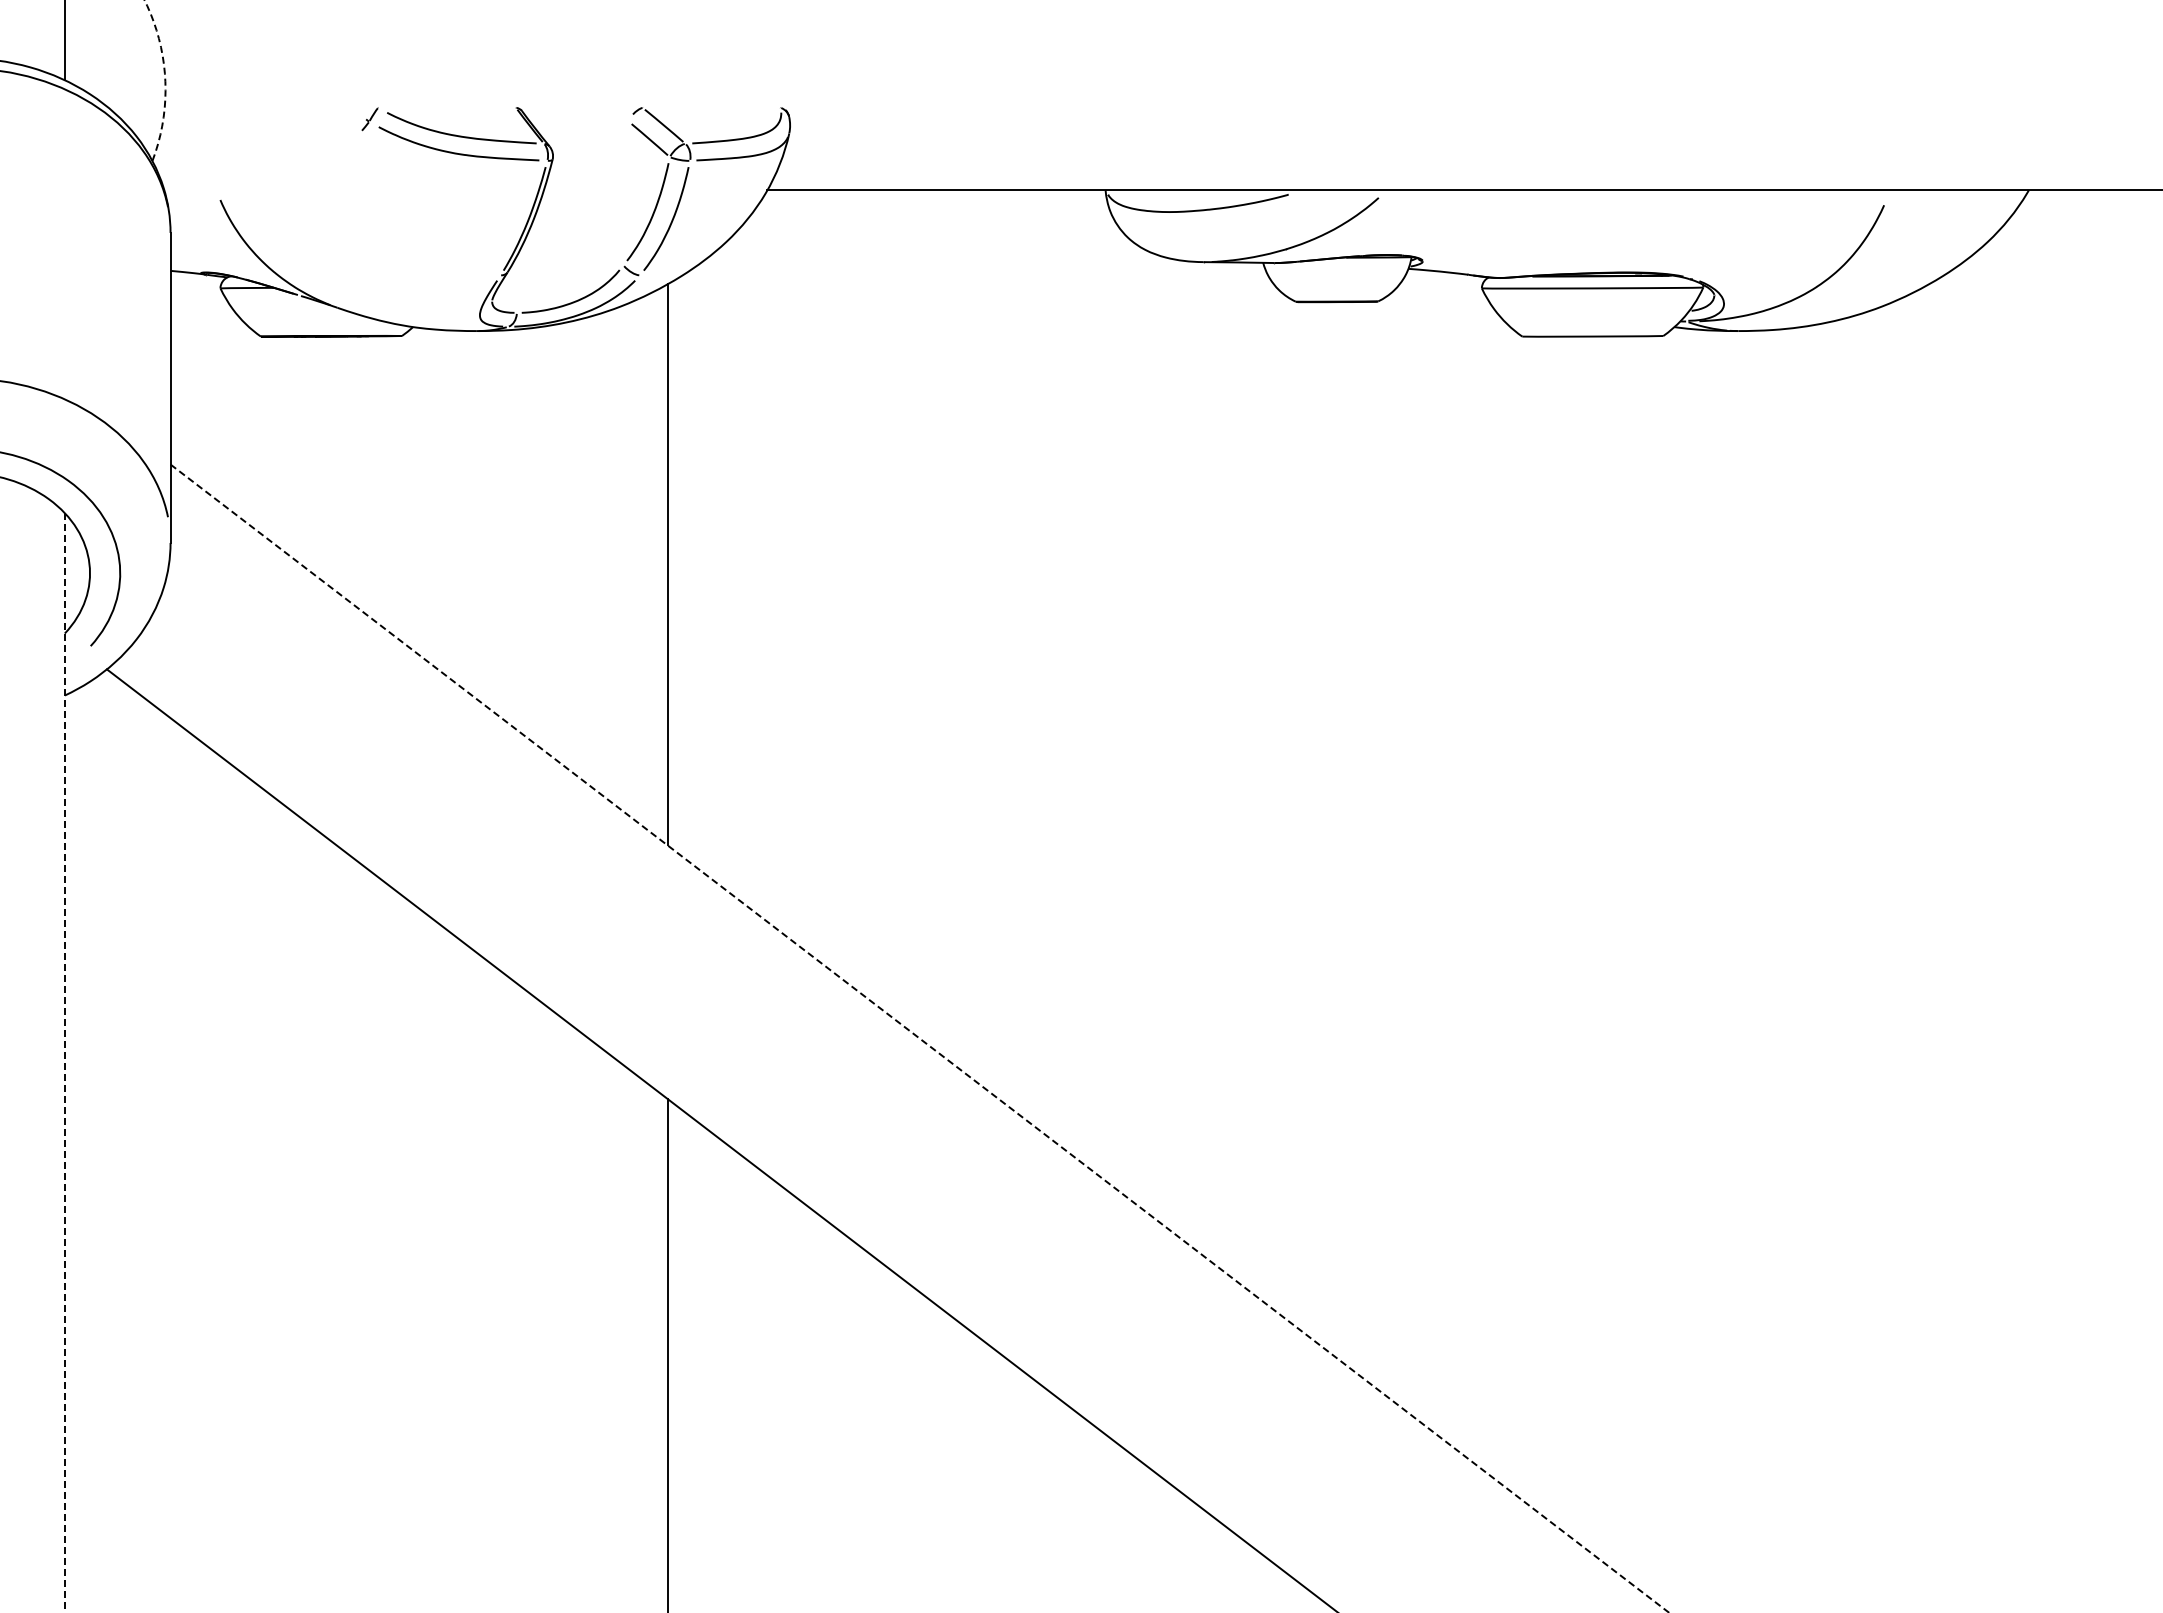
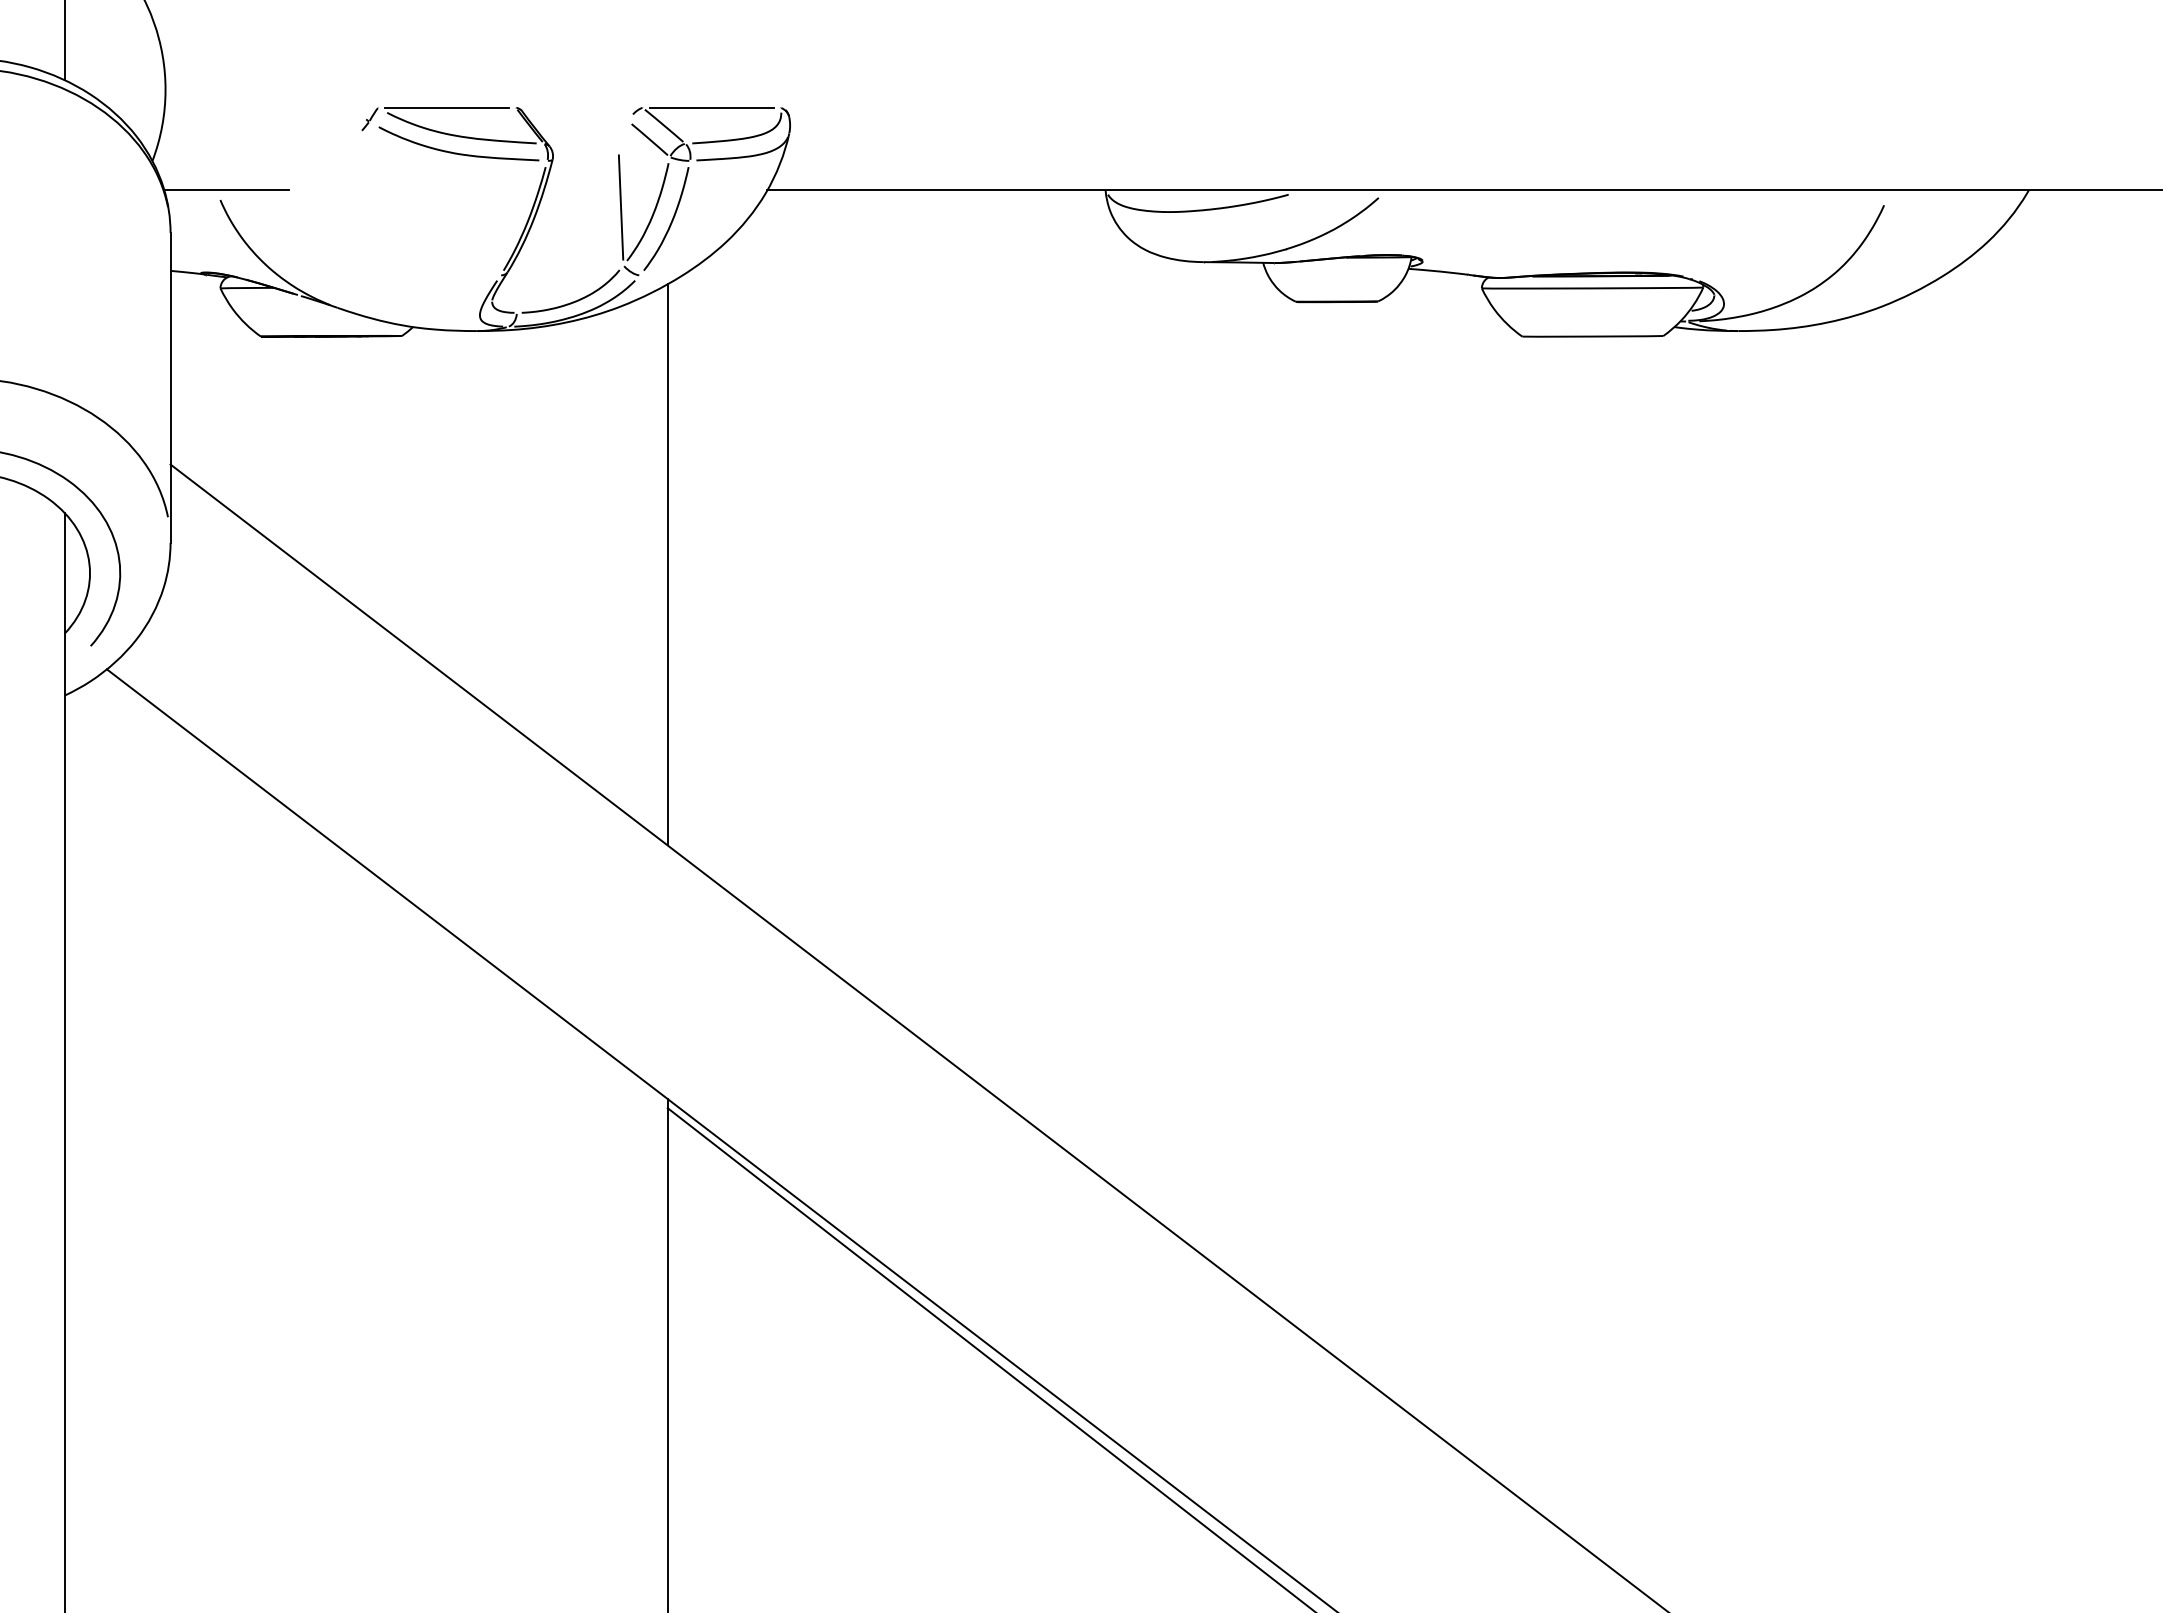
arc at (165, 80): dashed -> solid
line at (447, 107): none -> present
line at (711, 107): none -> present
line at (226, 190): none -> present
line at (620, 207): none -> present
line at (919, 1038): dashed -> solid
line at (64, 1063): dashed -> solid
line at (989, 1358): none -> present
